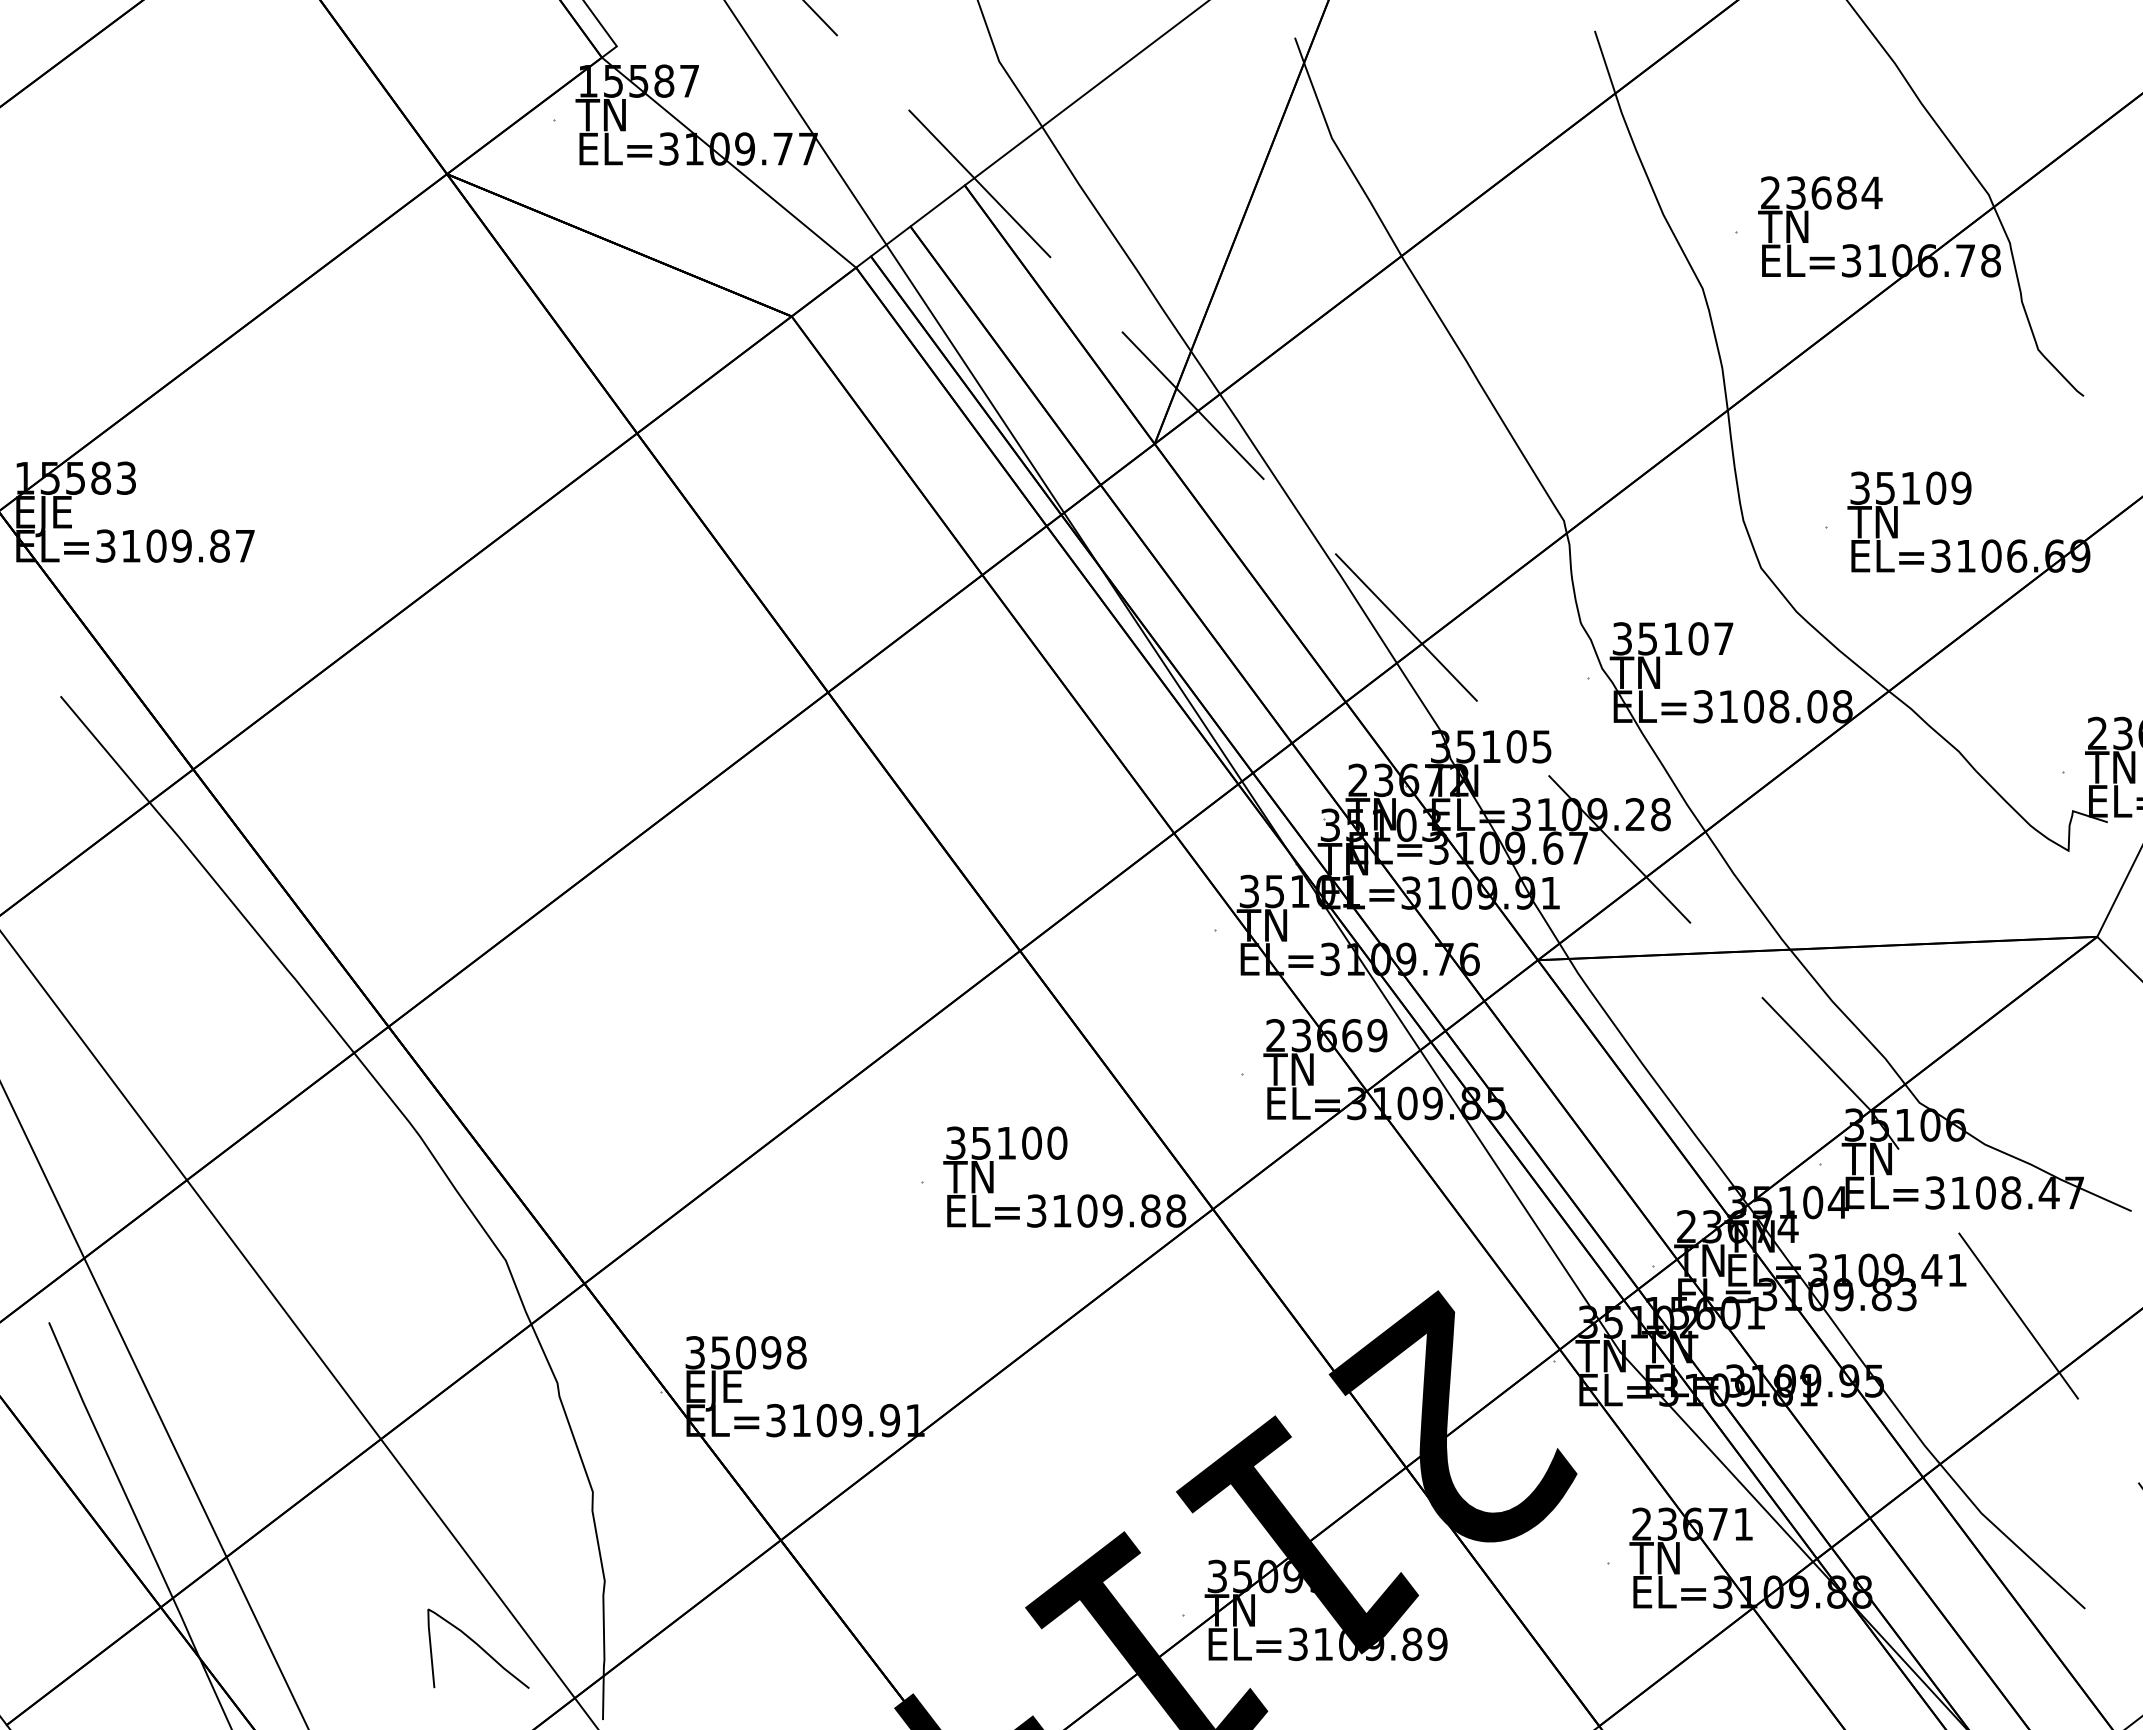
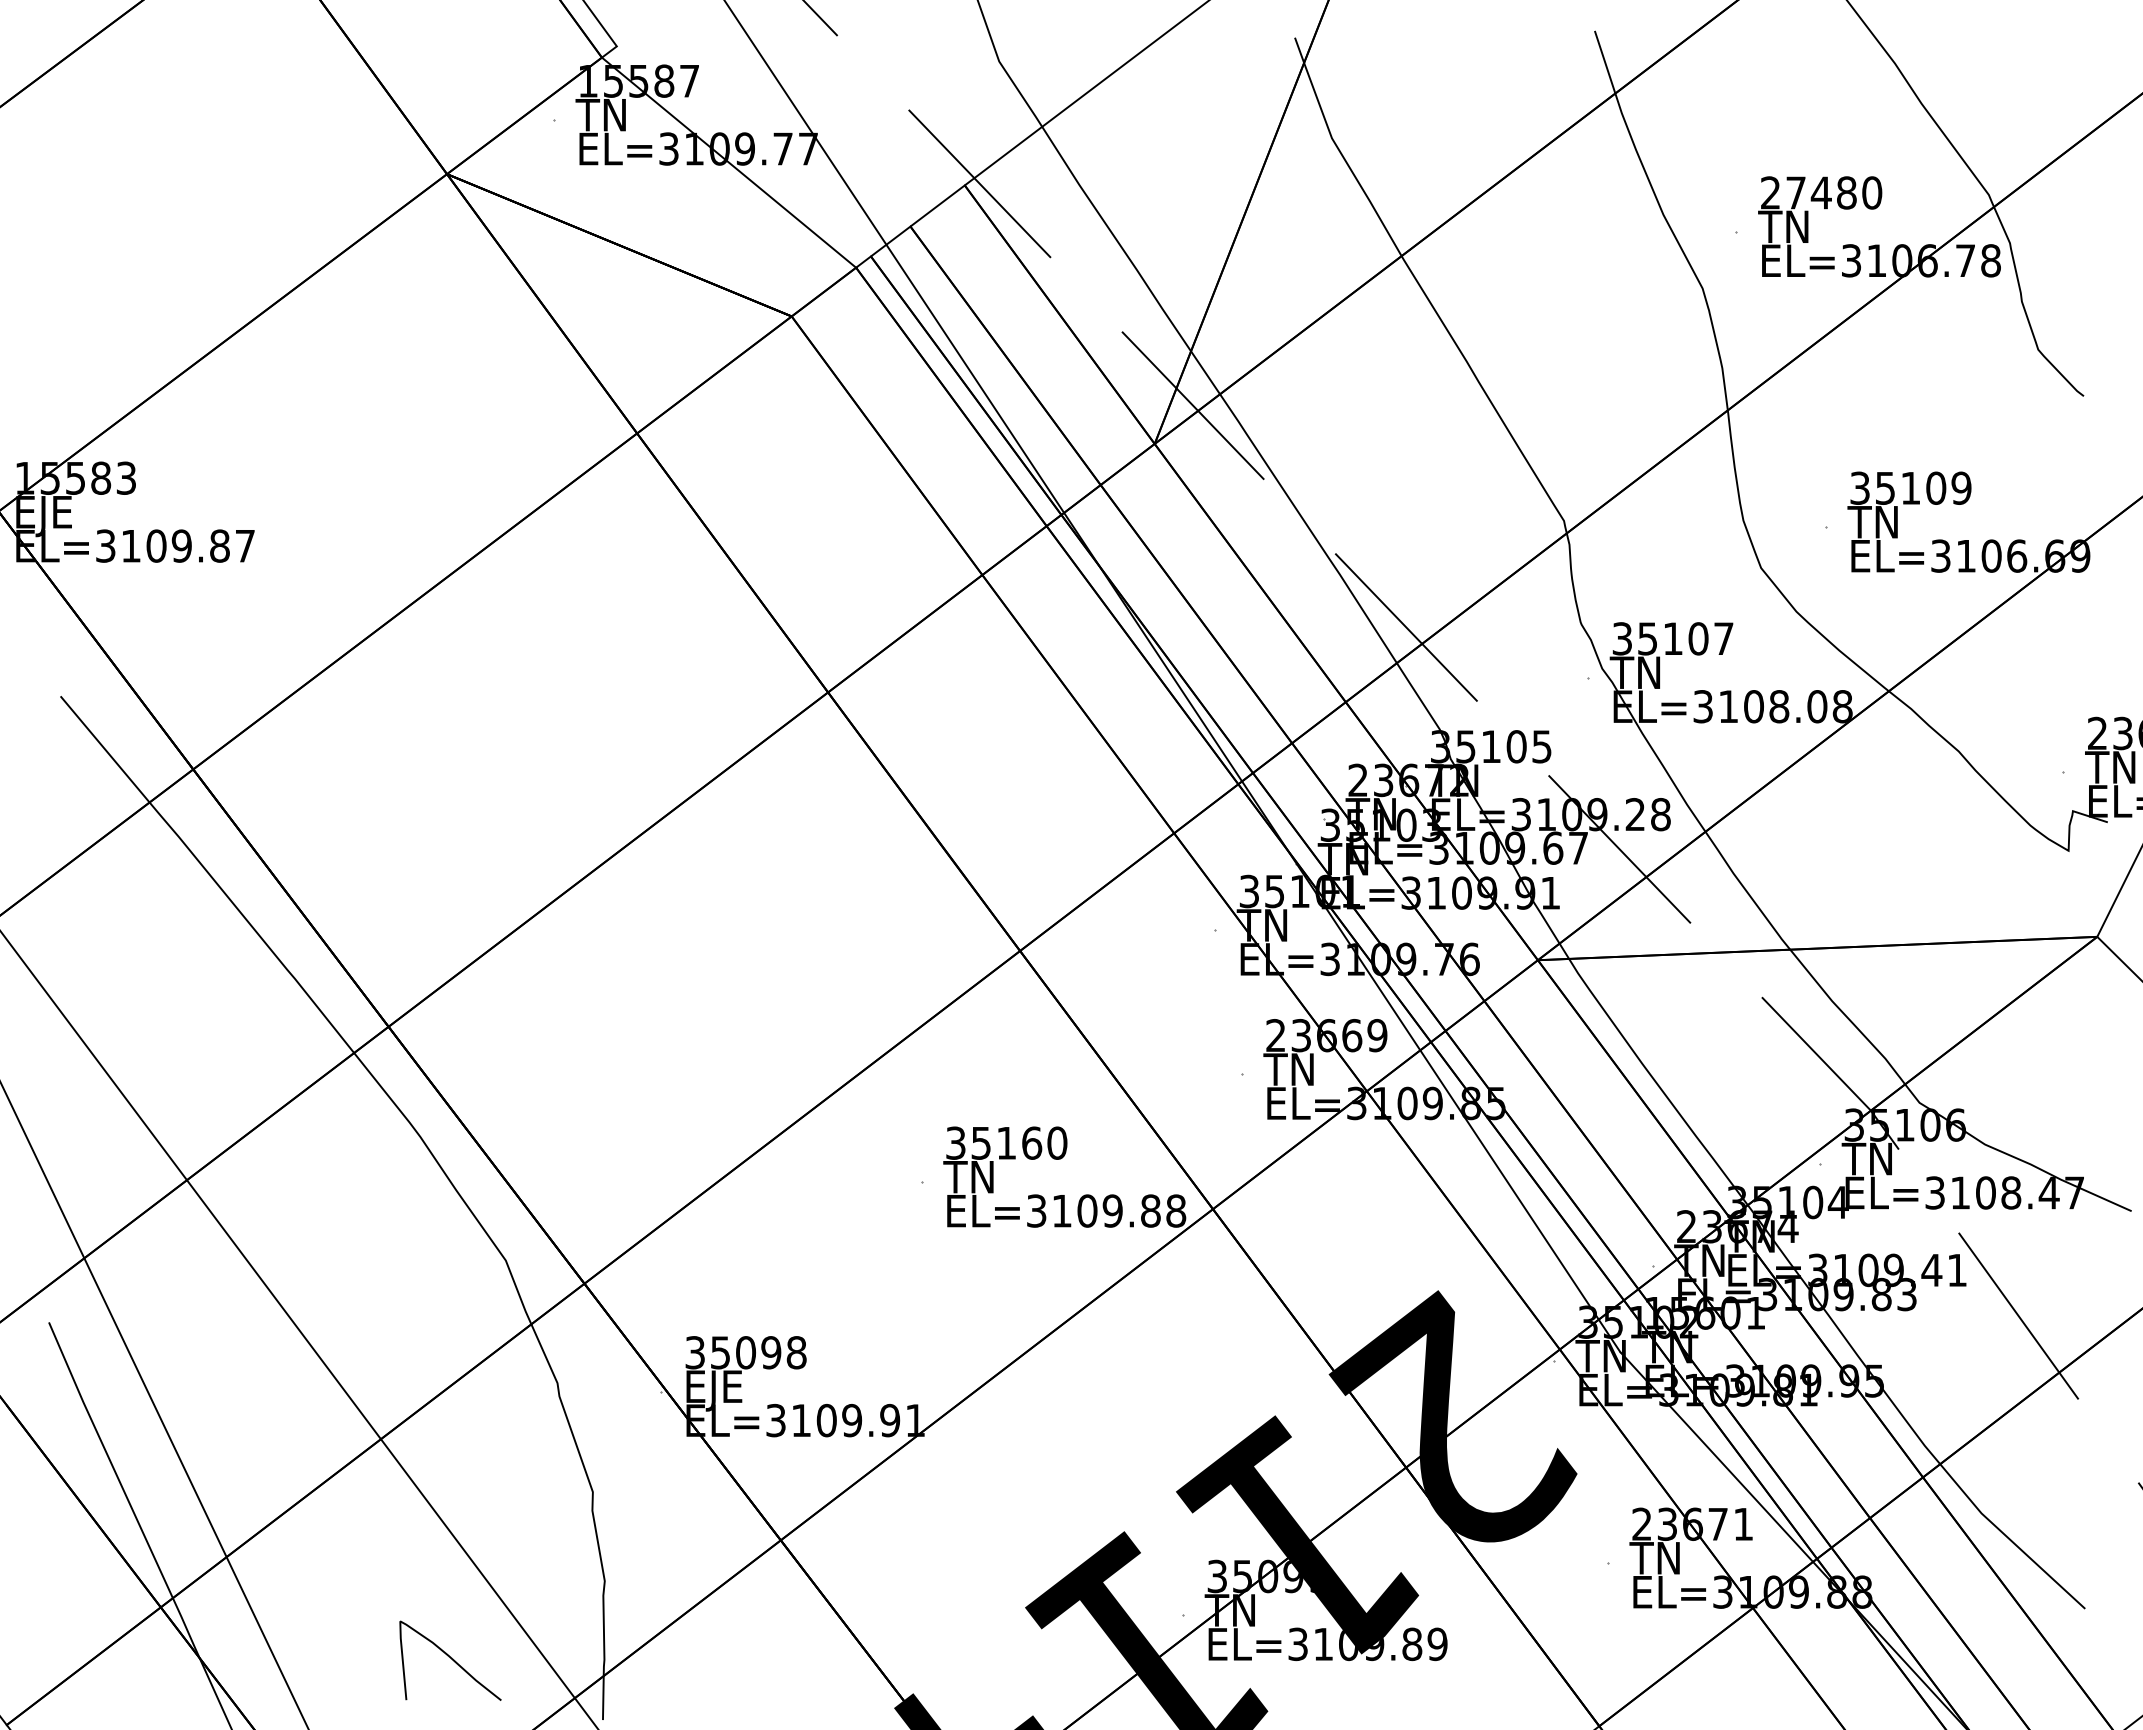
text at (1834, 192): 23684 -> 27480
text at (1032, 1142): 35100 -> 35160
curve at (479, 1647) position: (479, 1647) -> (451, 1659)
